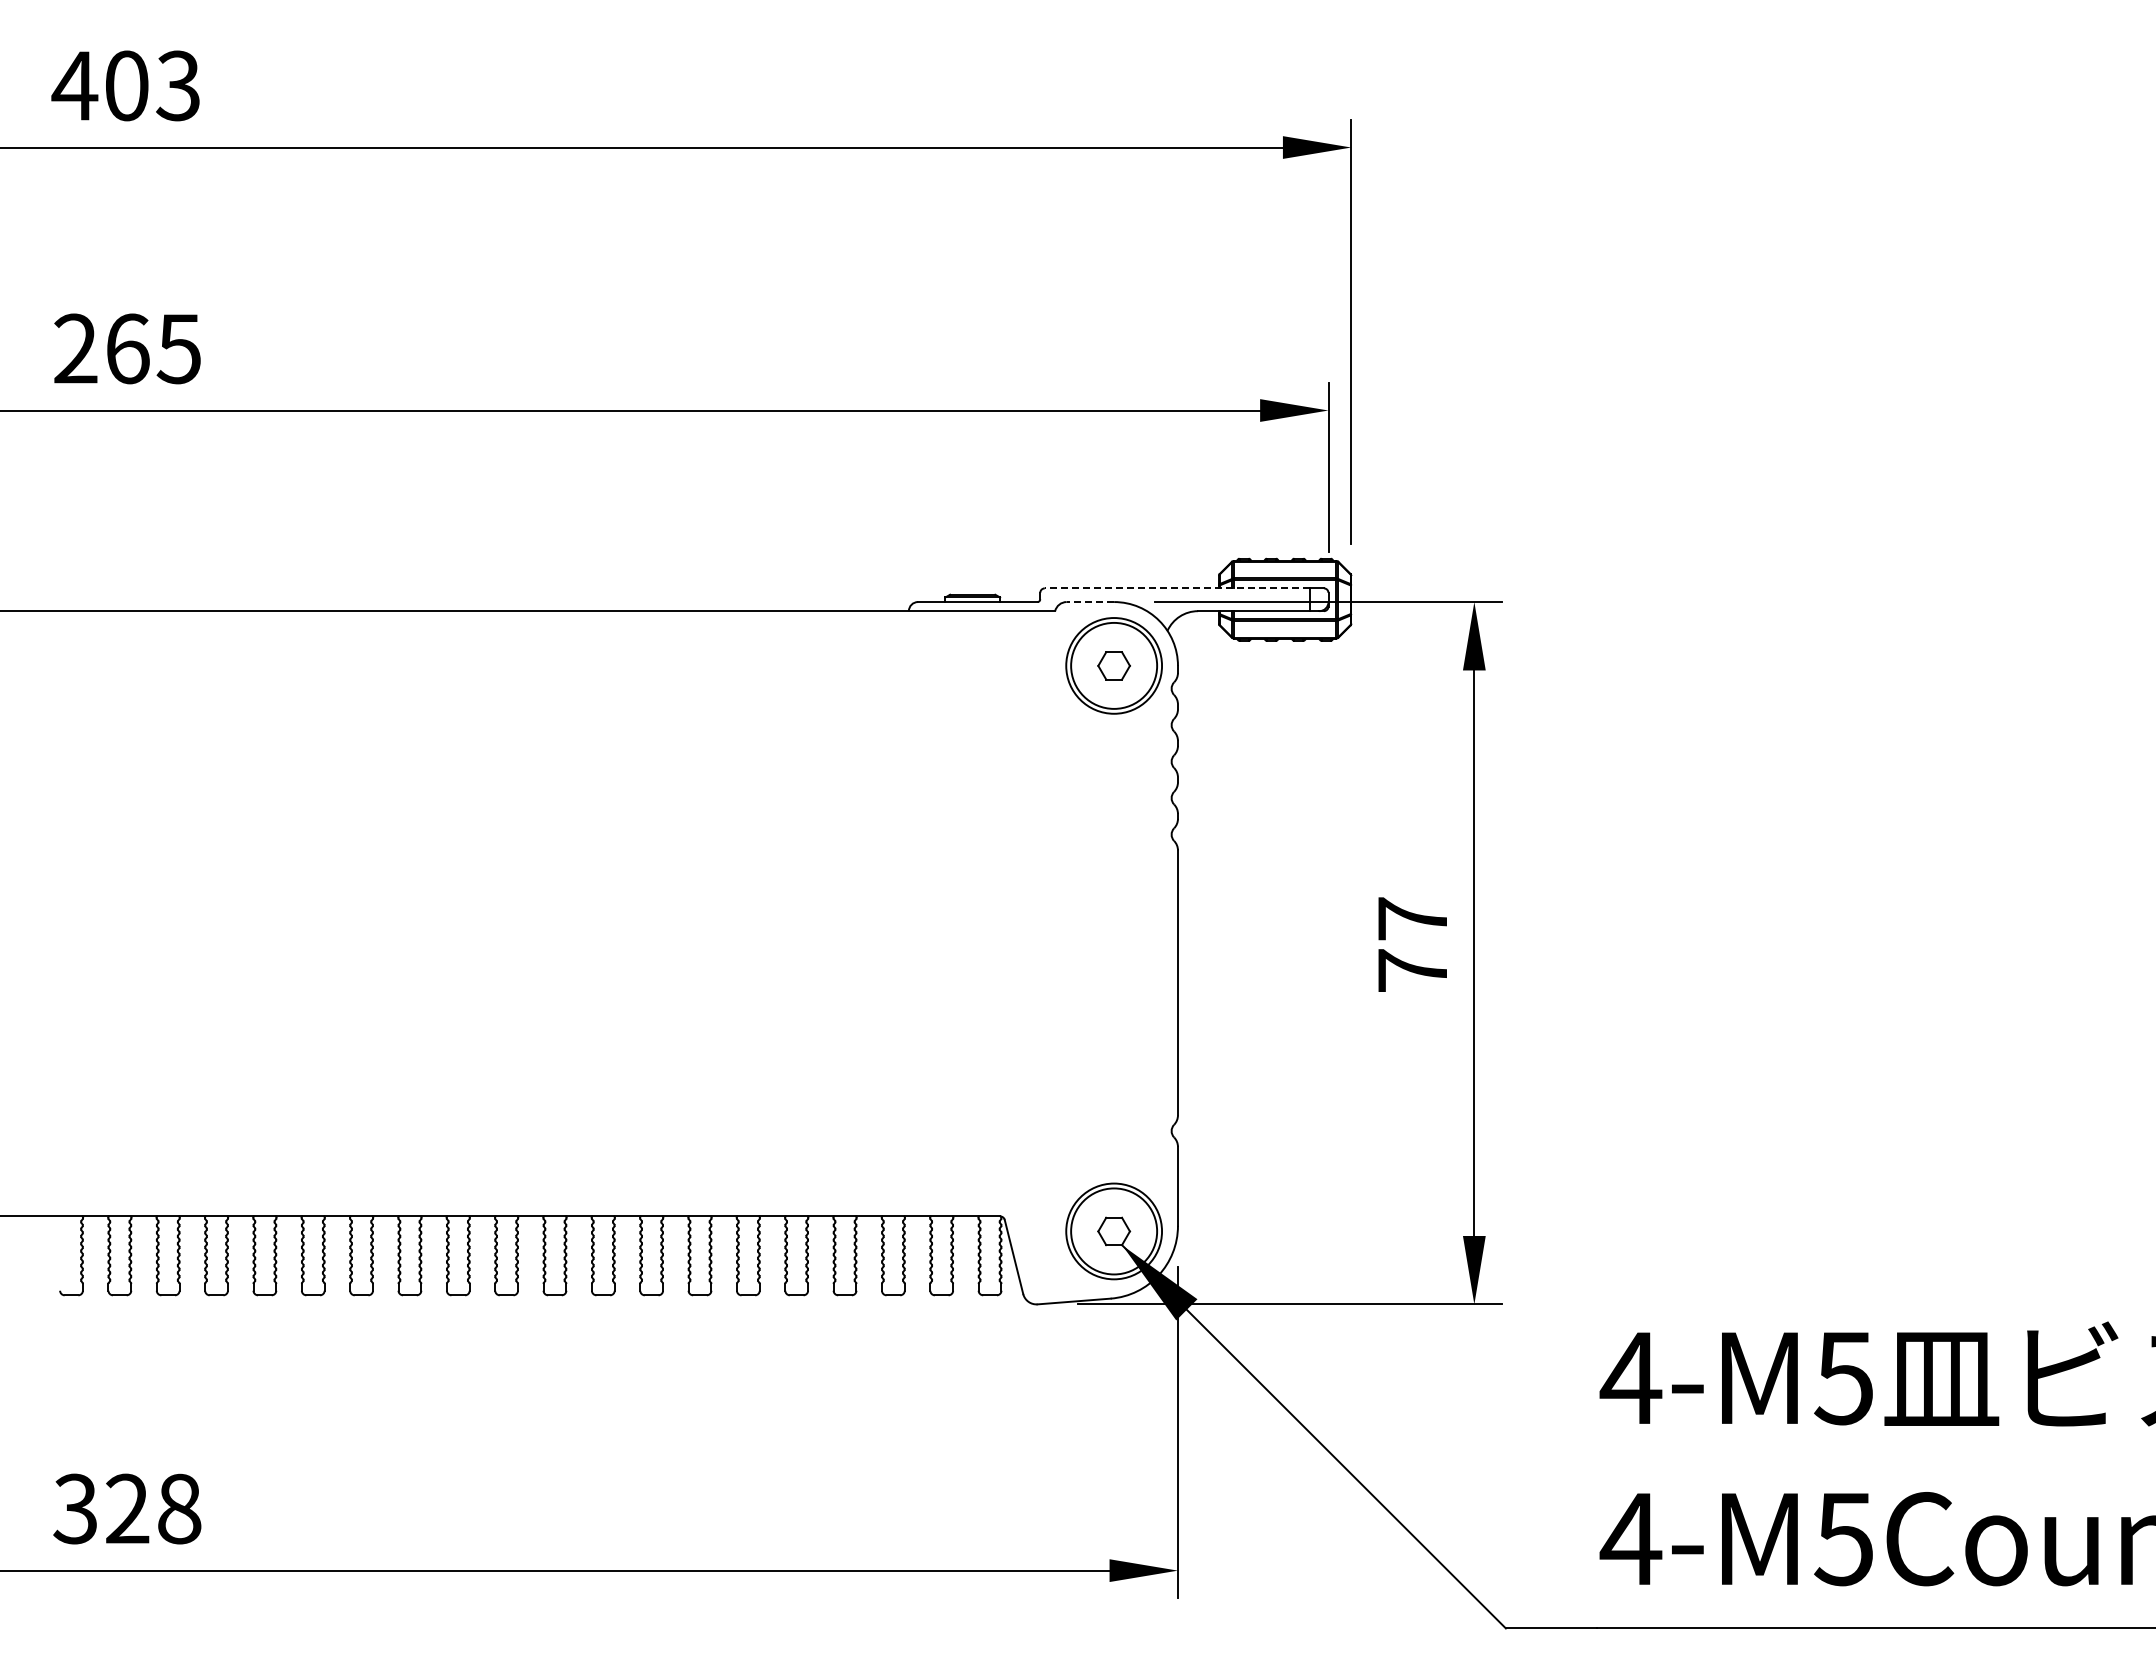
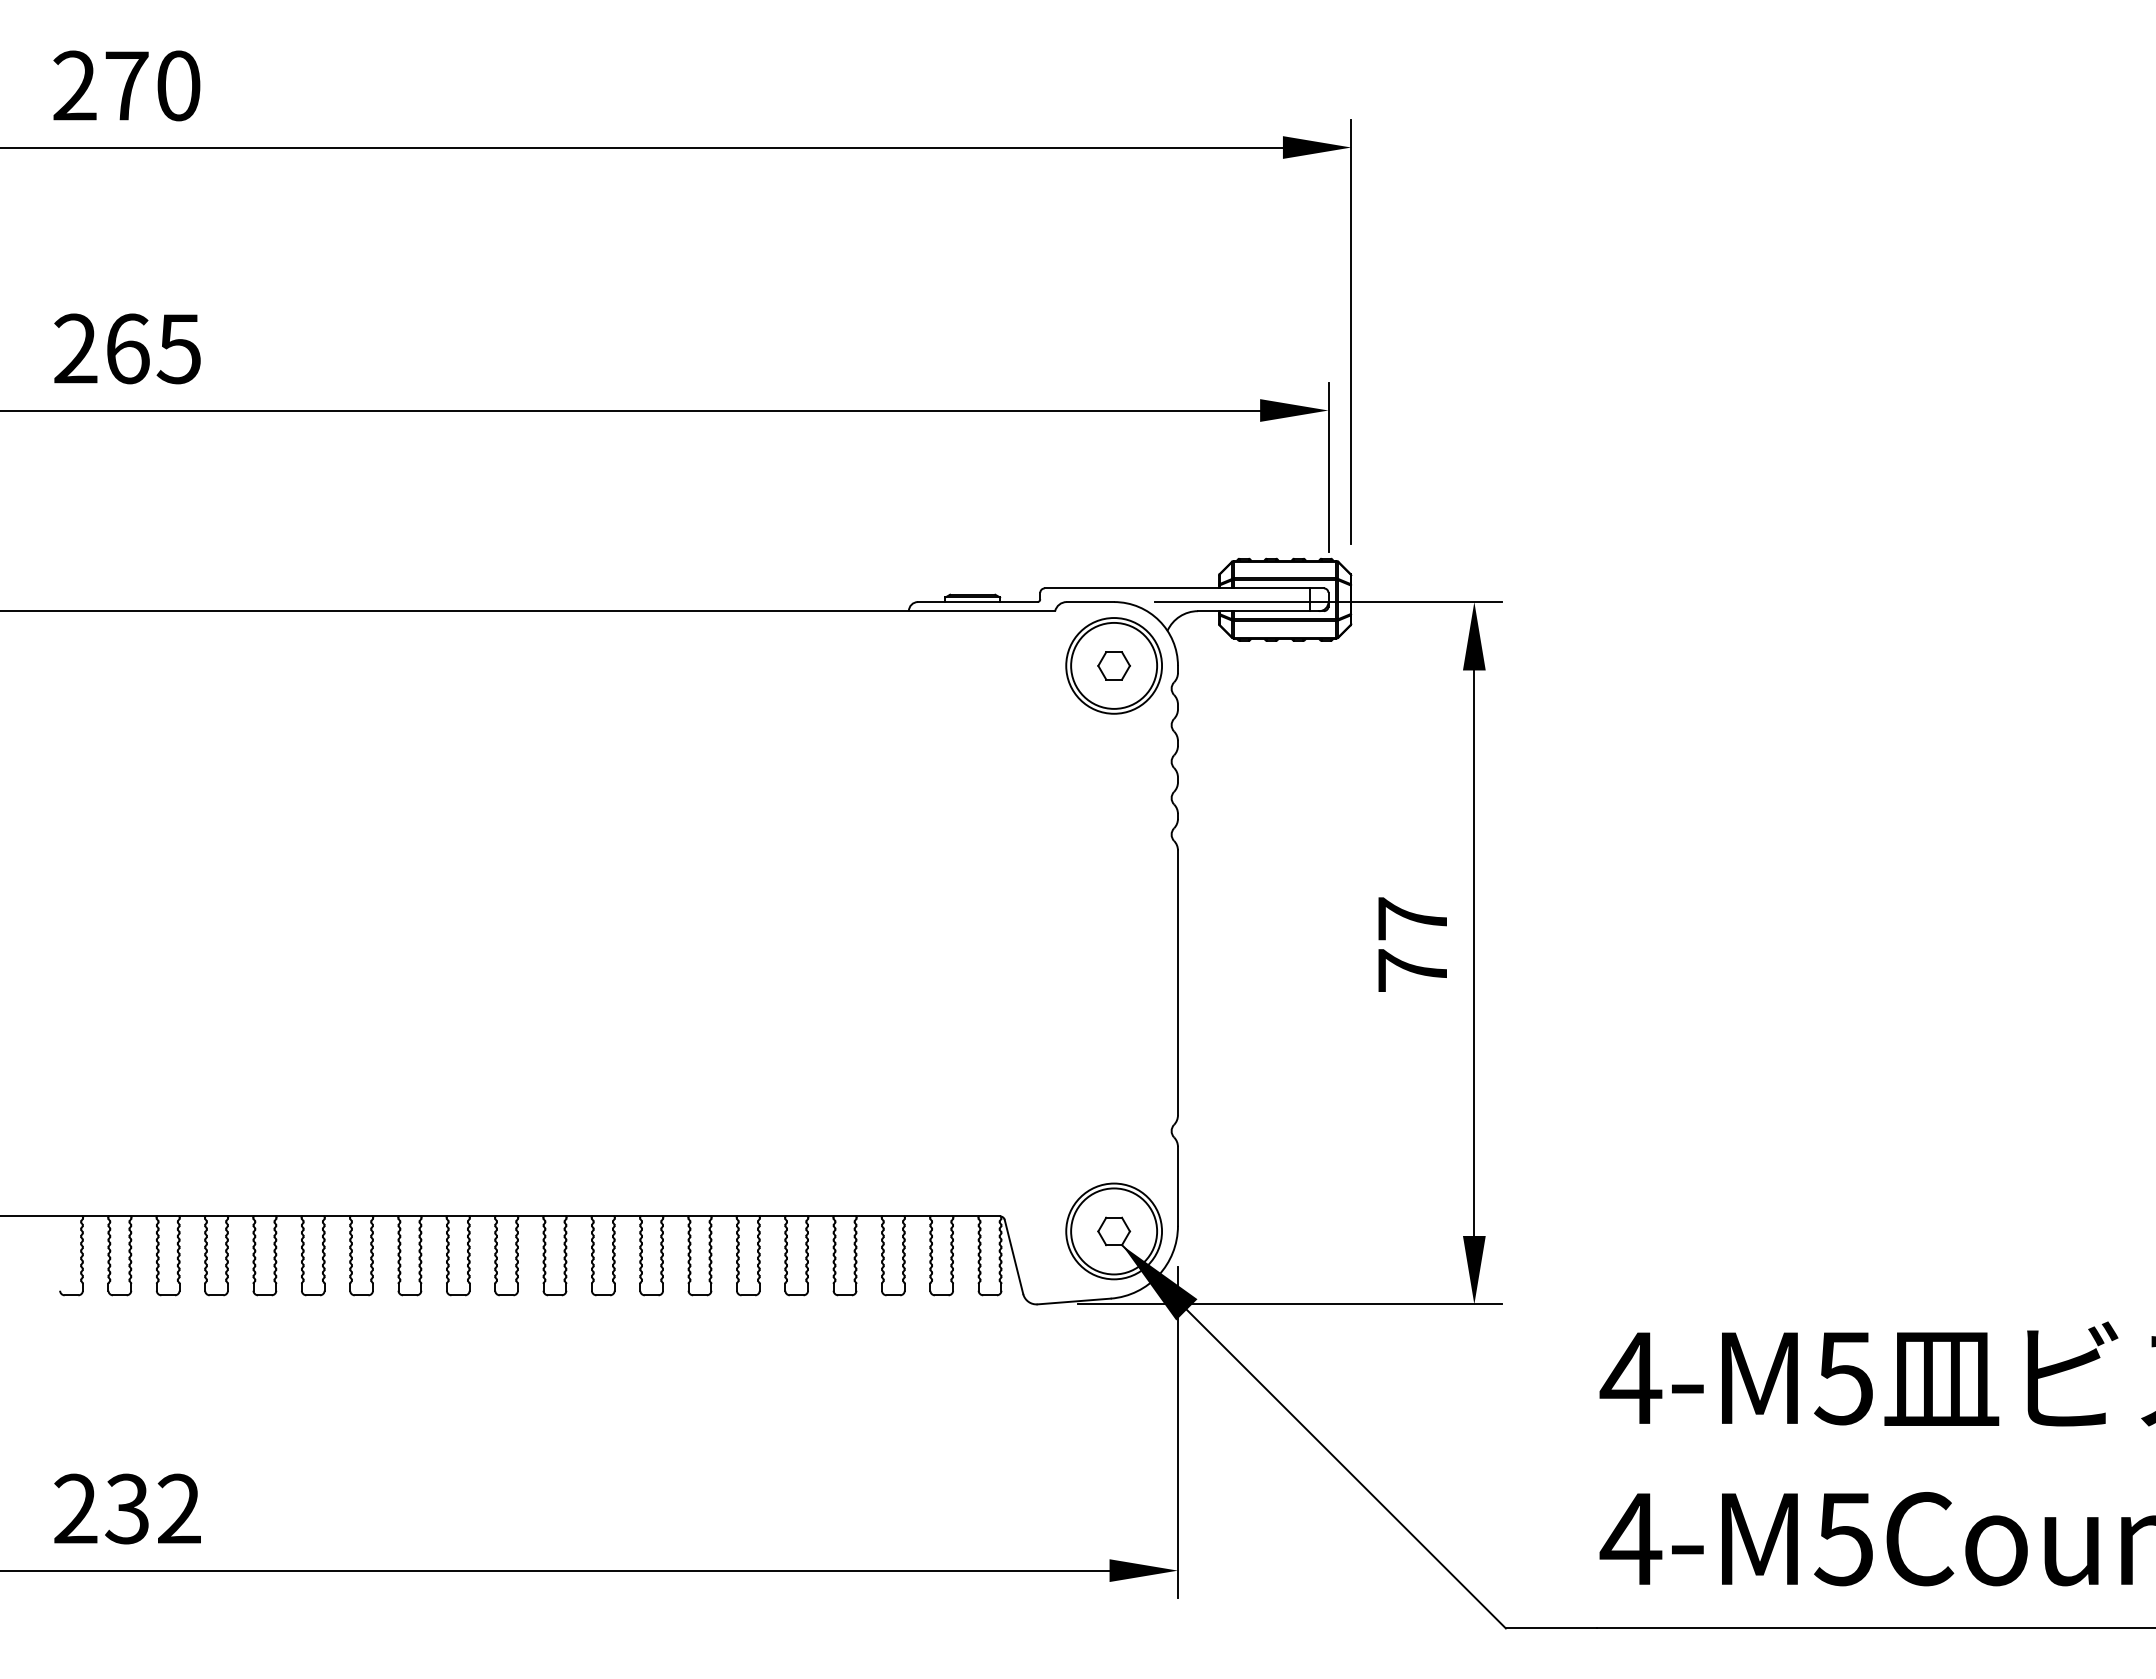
text at (125, 85): 403 -> 270
line at (1177, 588): dashed -> solid
line at (1090, 602): dashed -> solid
text at (127, 1508): 328 -> 232
